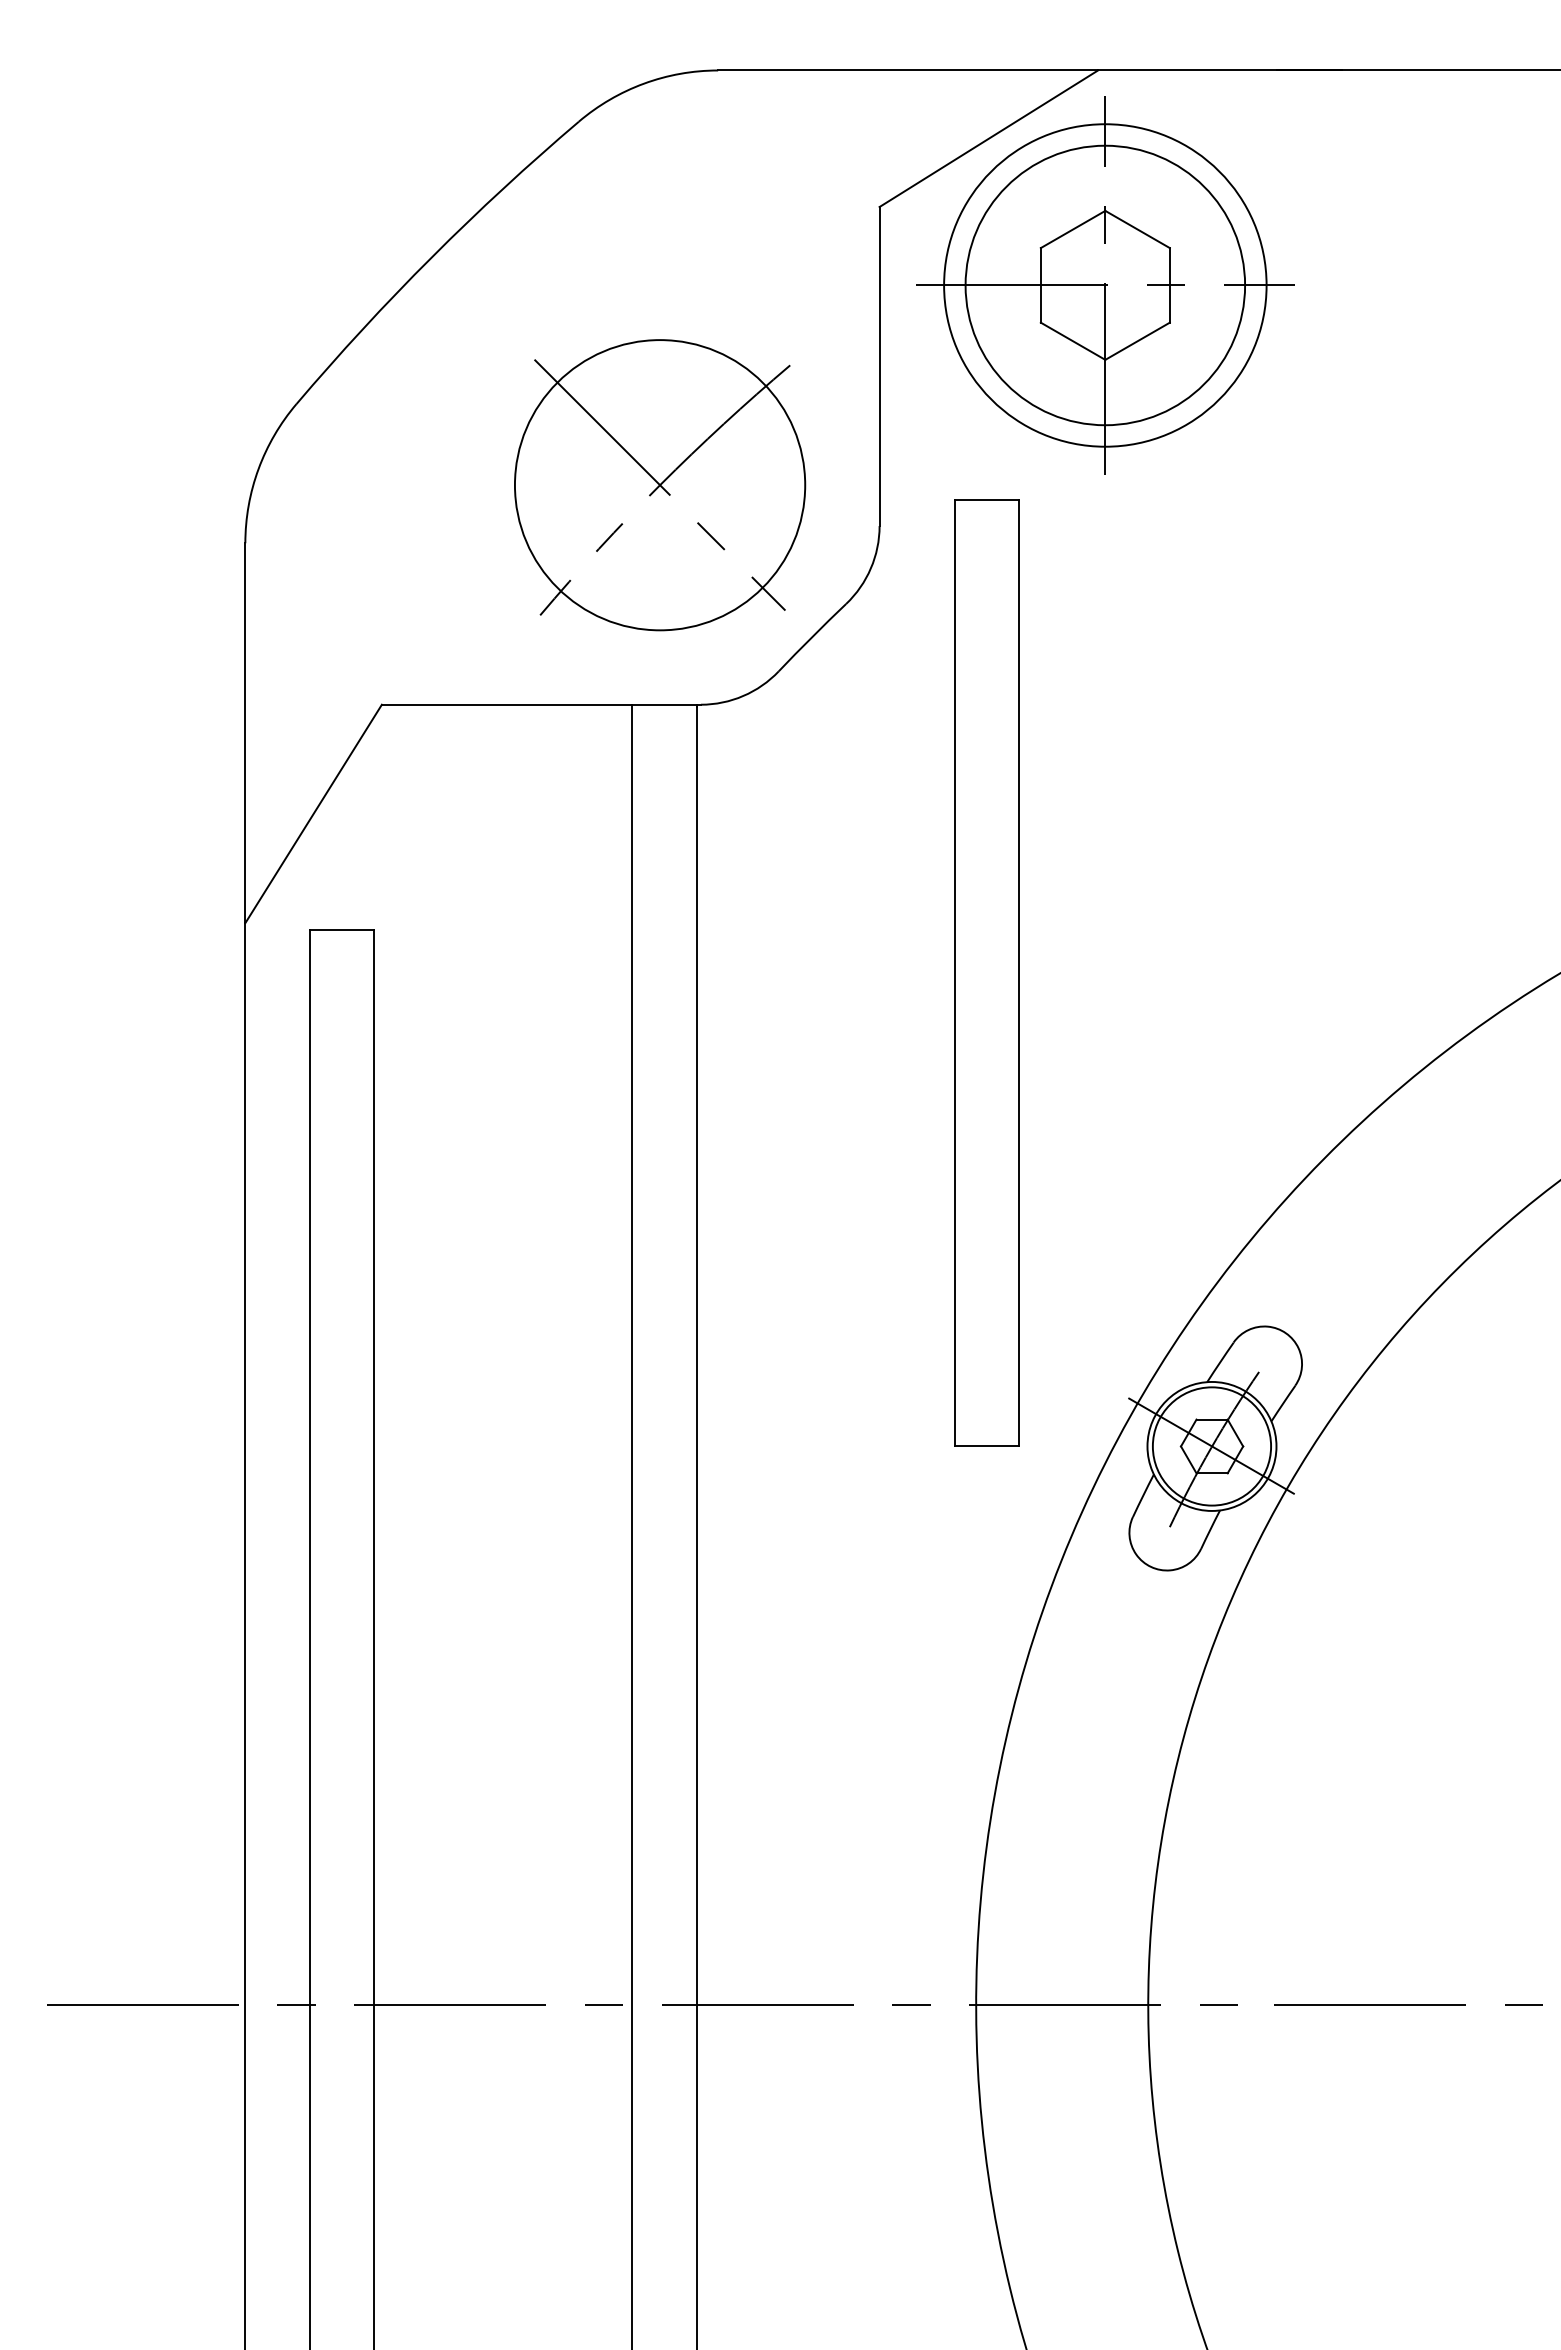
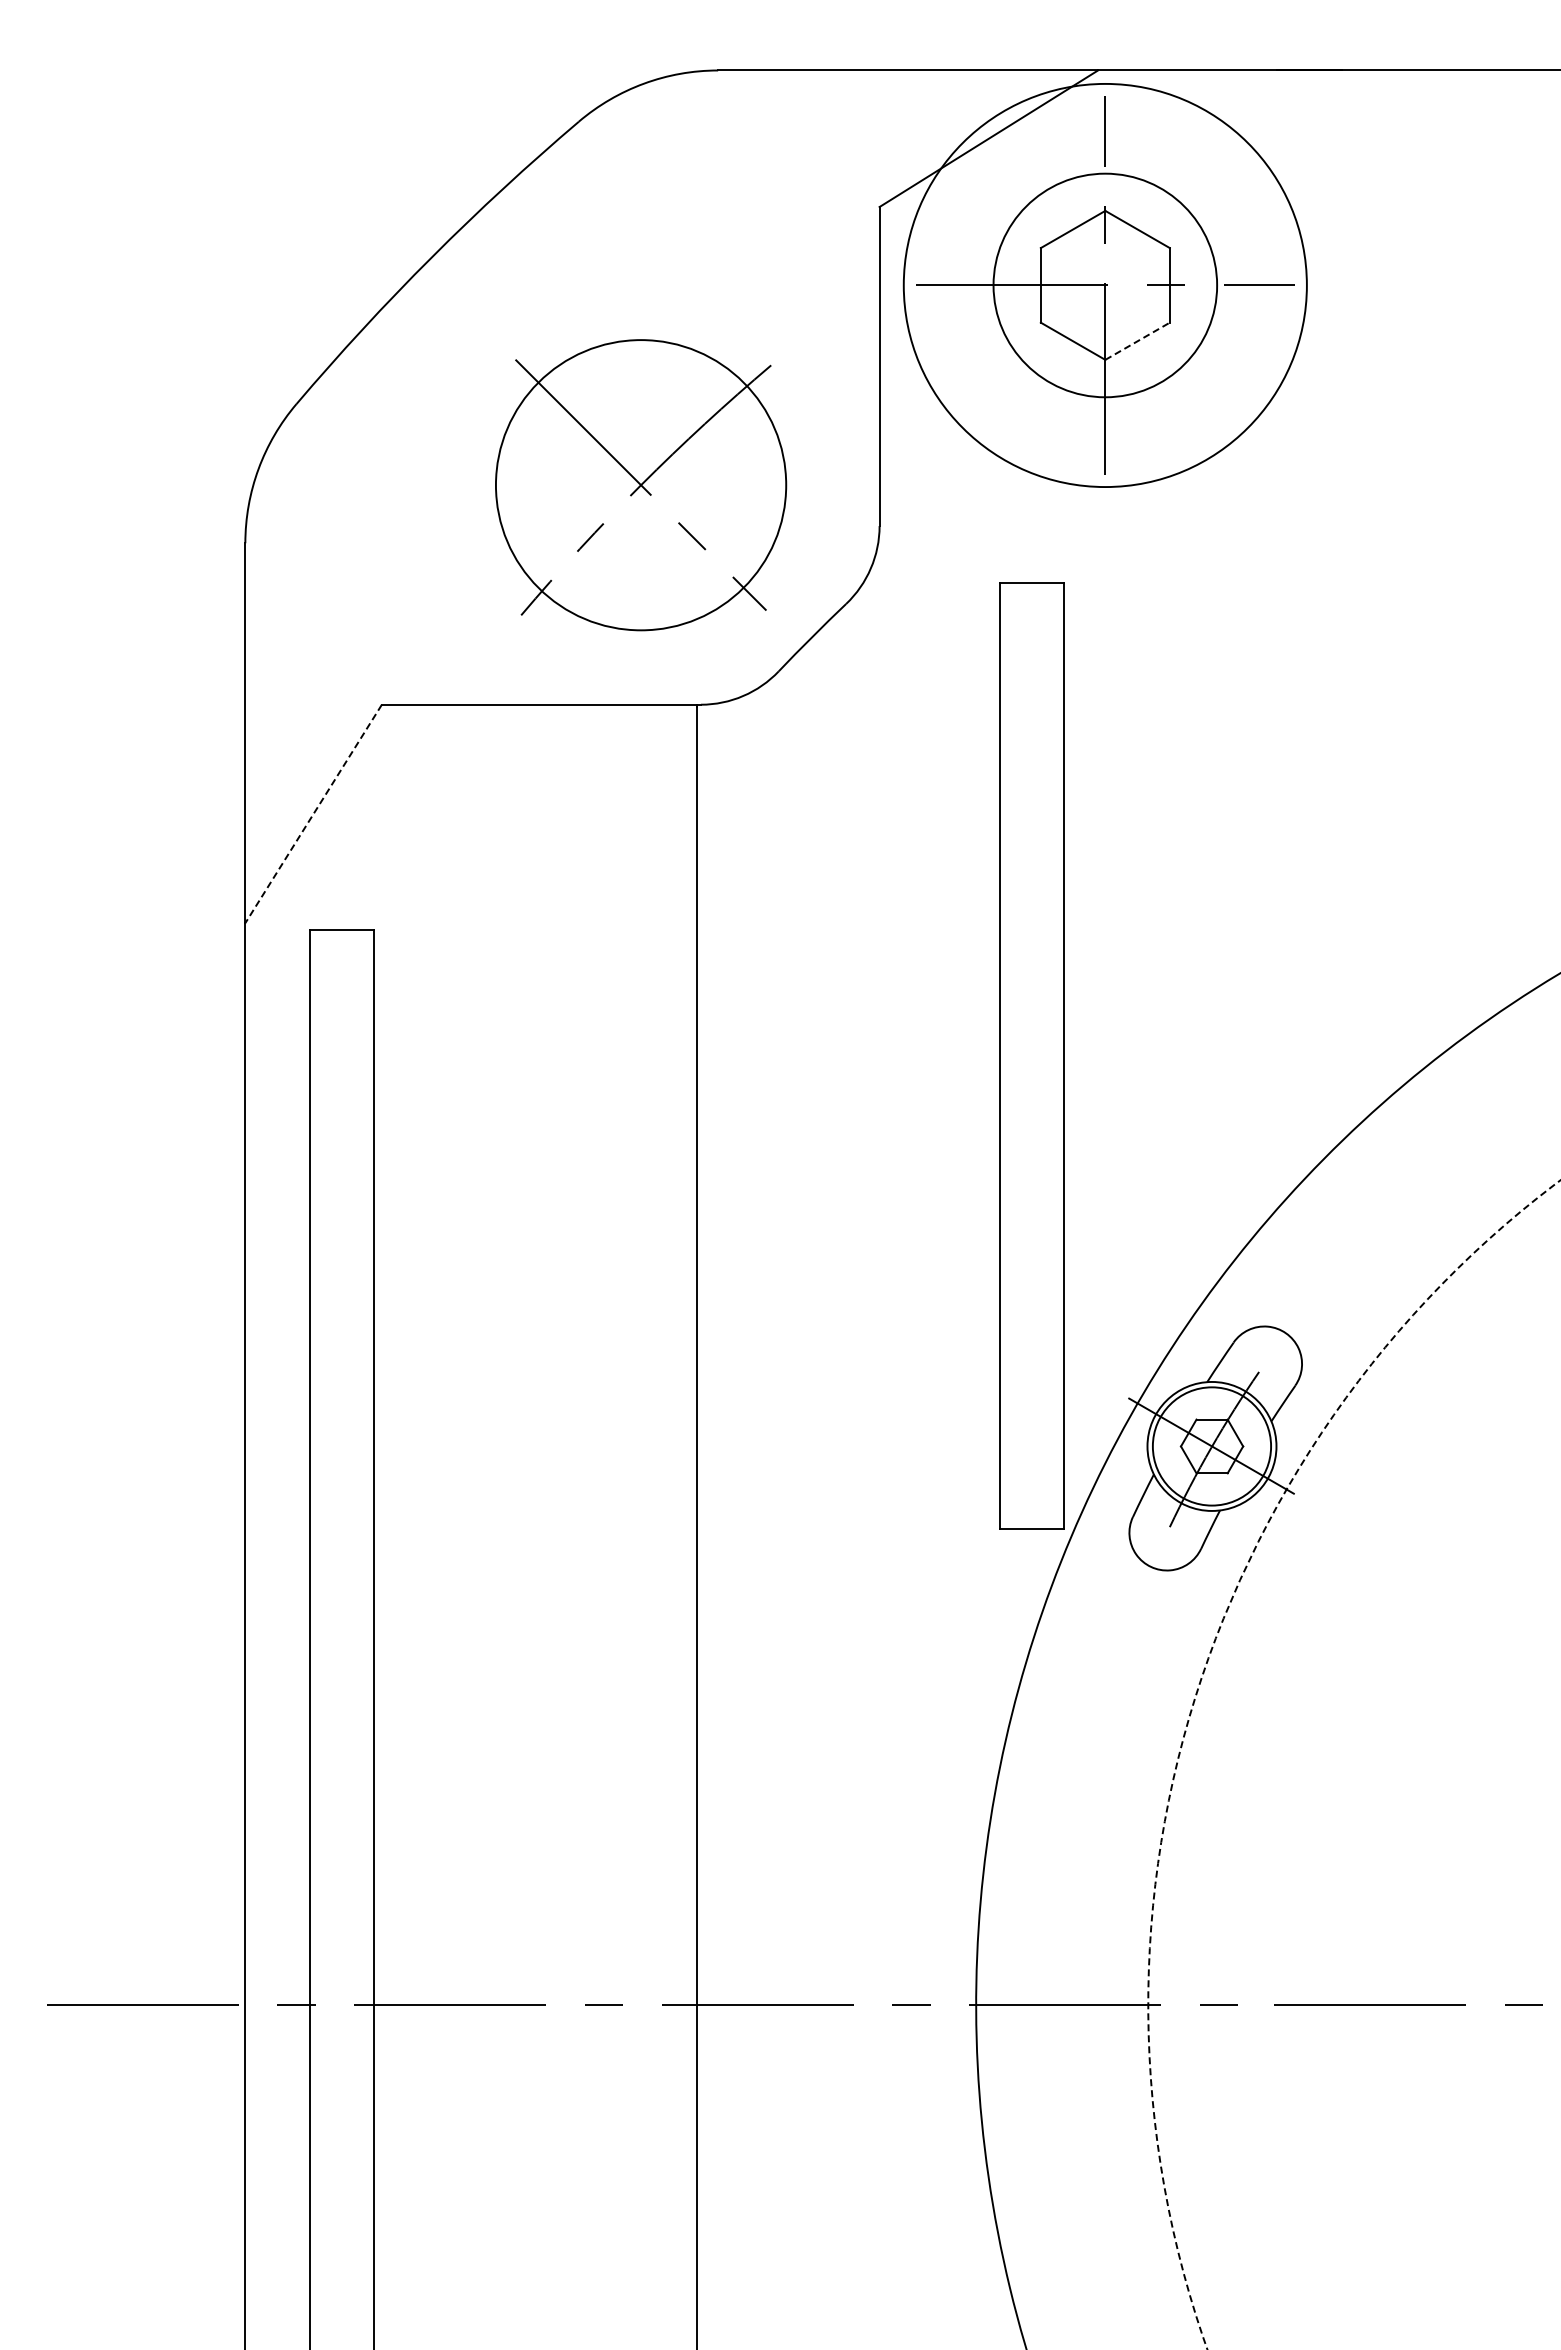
circle at (1105, 285) diameter: 279 px -> 224 px
circle at (1105, 285) diameter: 322 px -> 403 px
line at (1138, 341): solid -> dashed
part at (660, 485) position: (660, 485) -> (641, 485)
line at (313, 813): solid -> dashed
part at (986, 972) position: (986, 972) -> (1031, 1055)
line at (632, 1525): present -> none
arc at (1193, 1703): solid -> dashed
